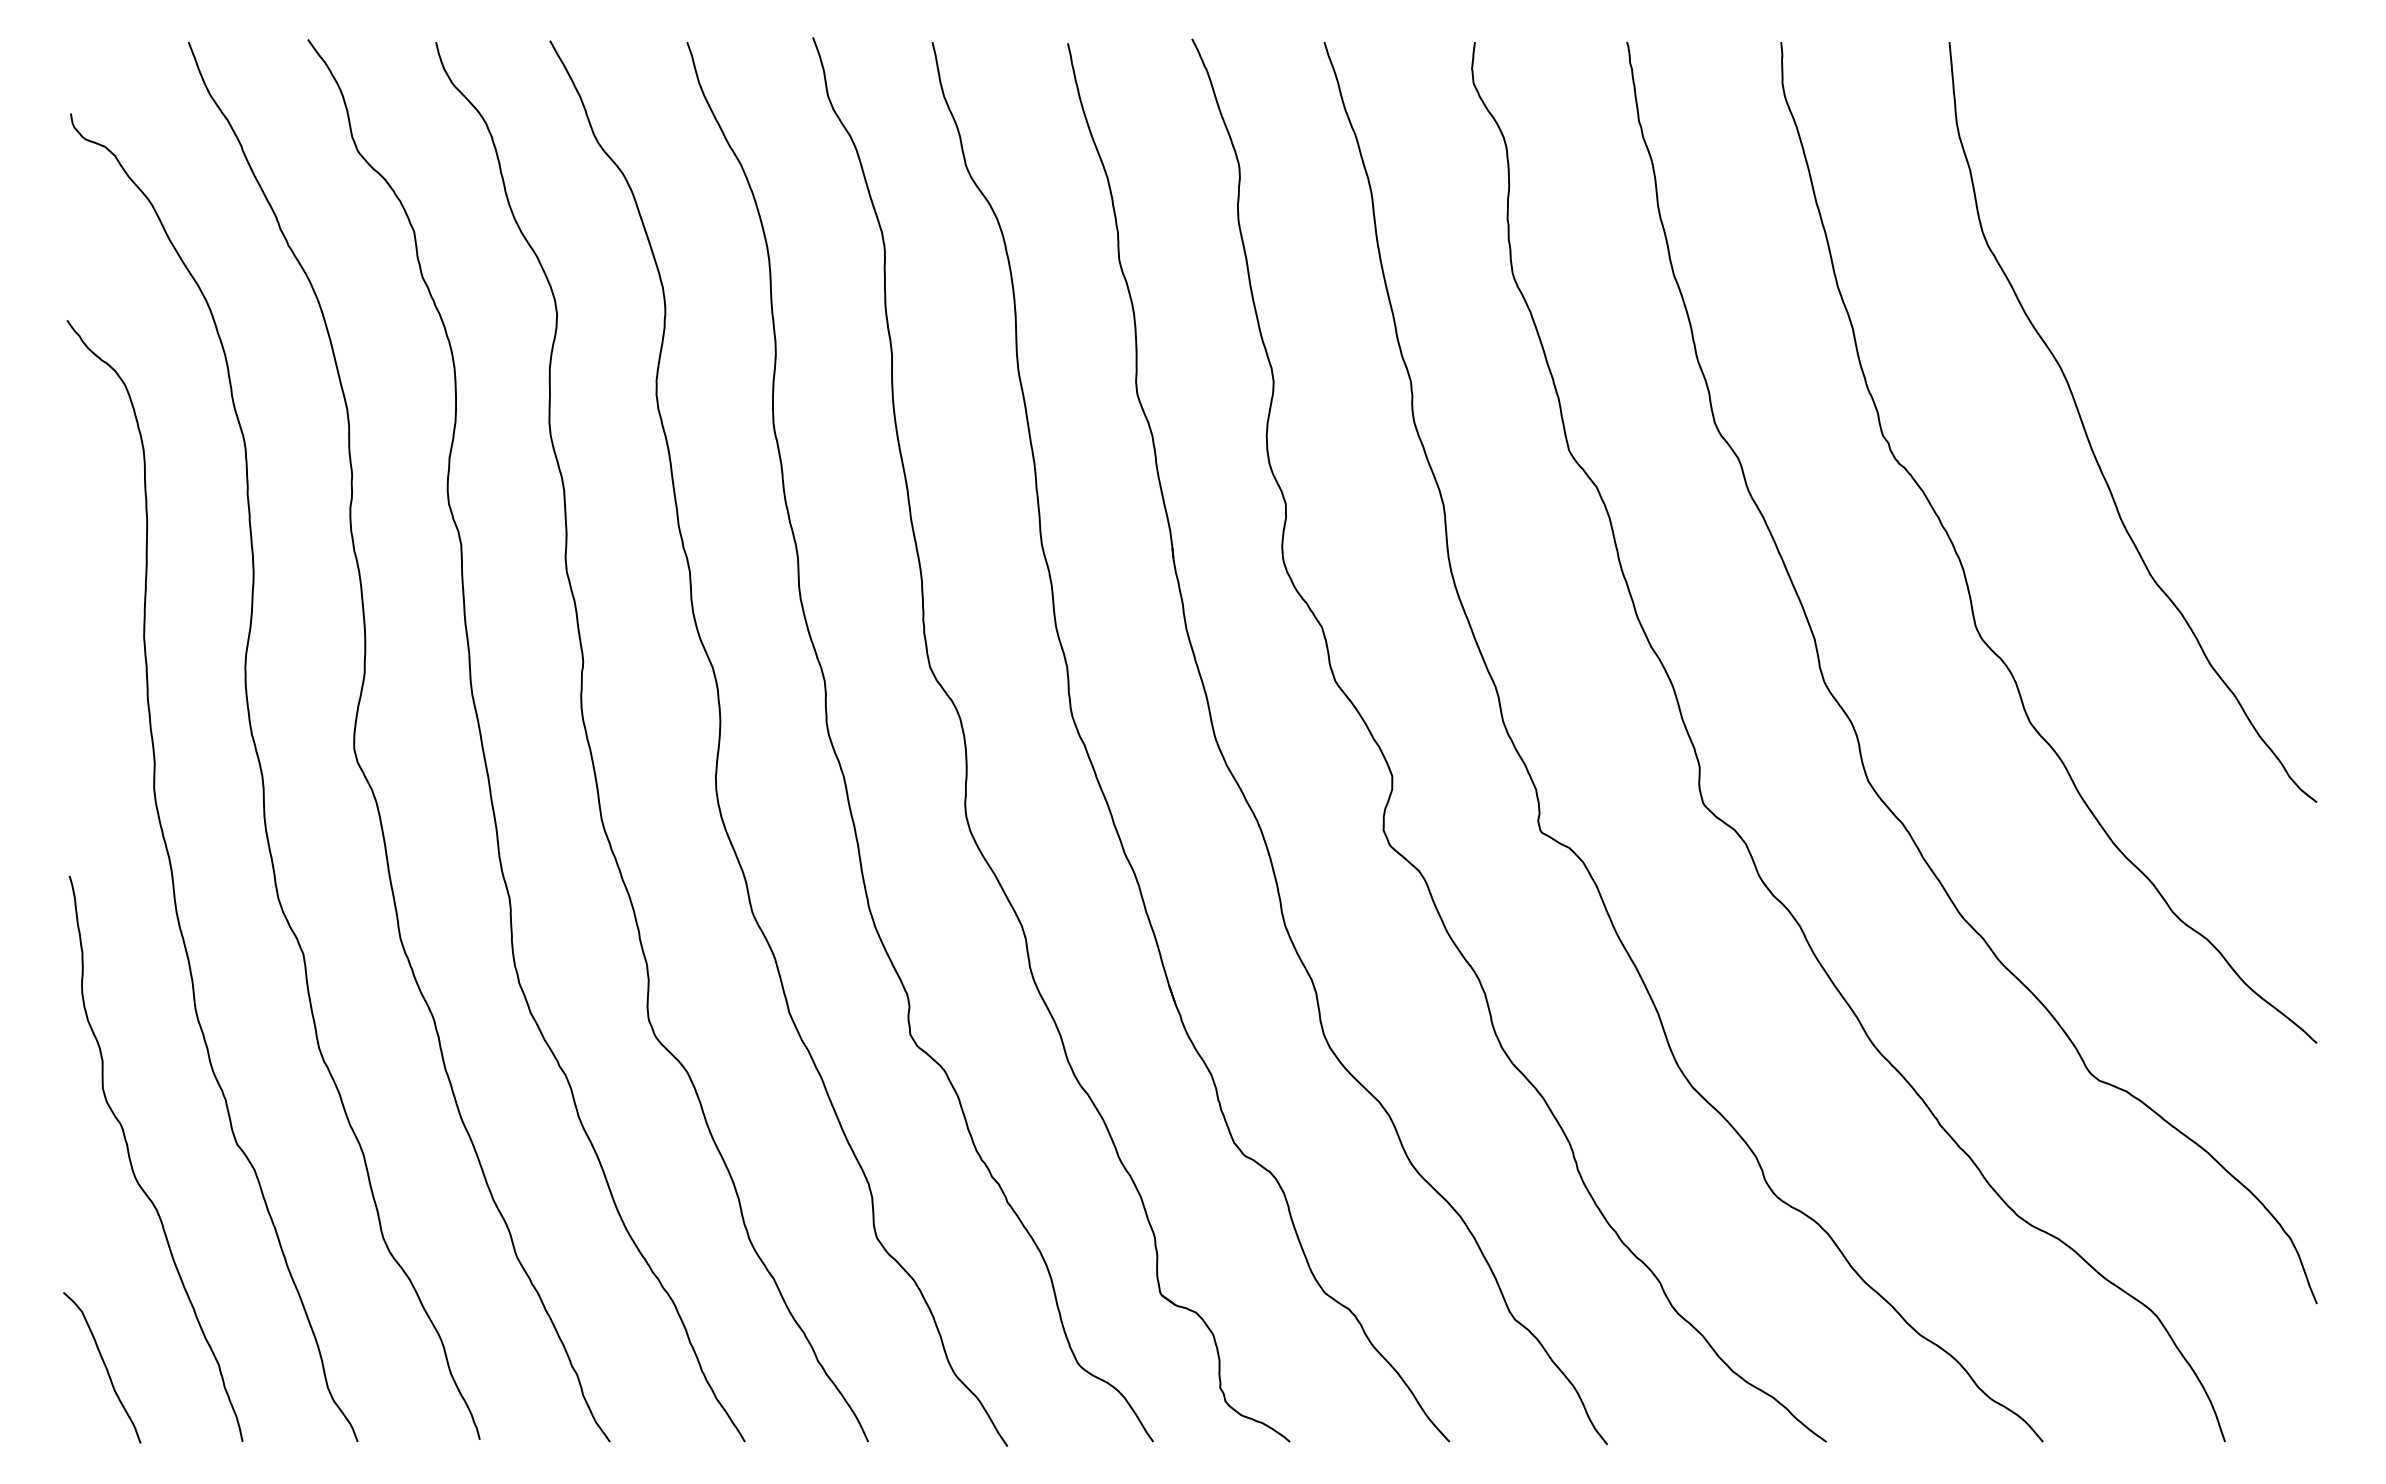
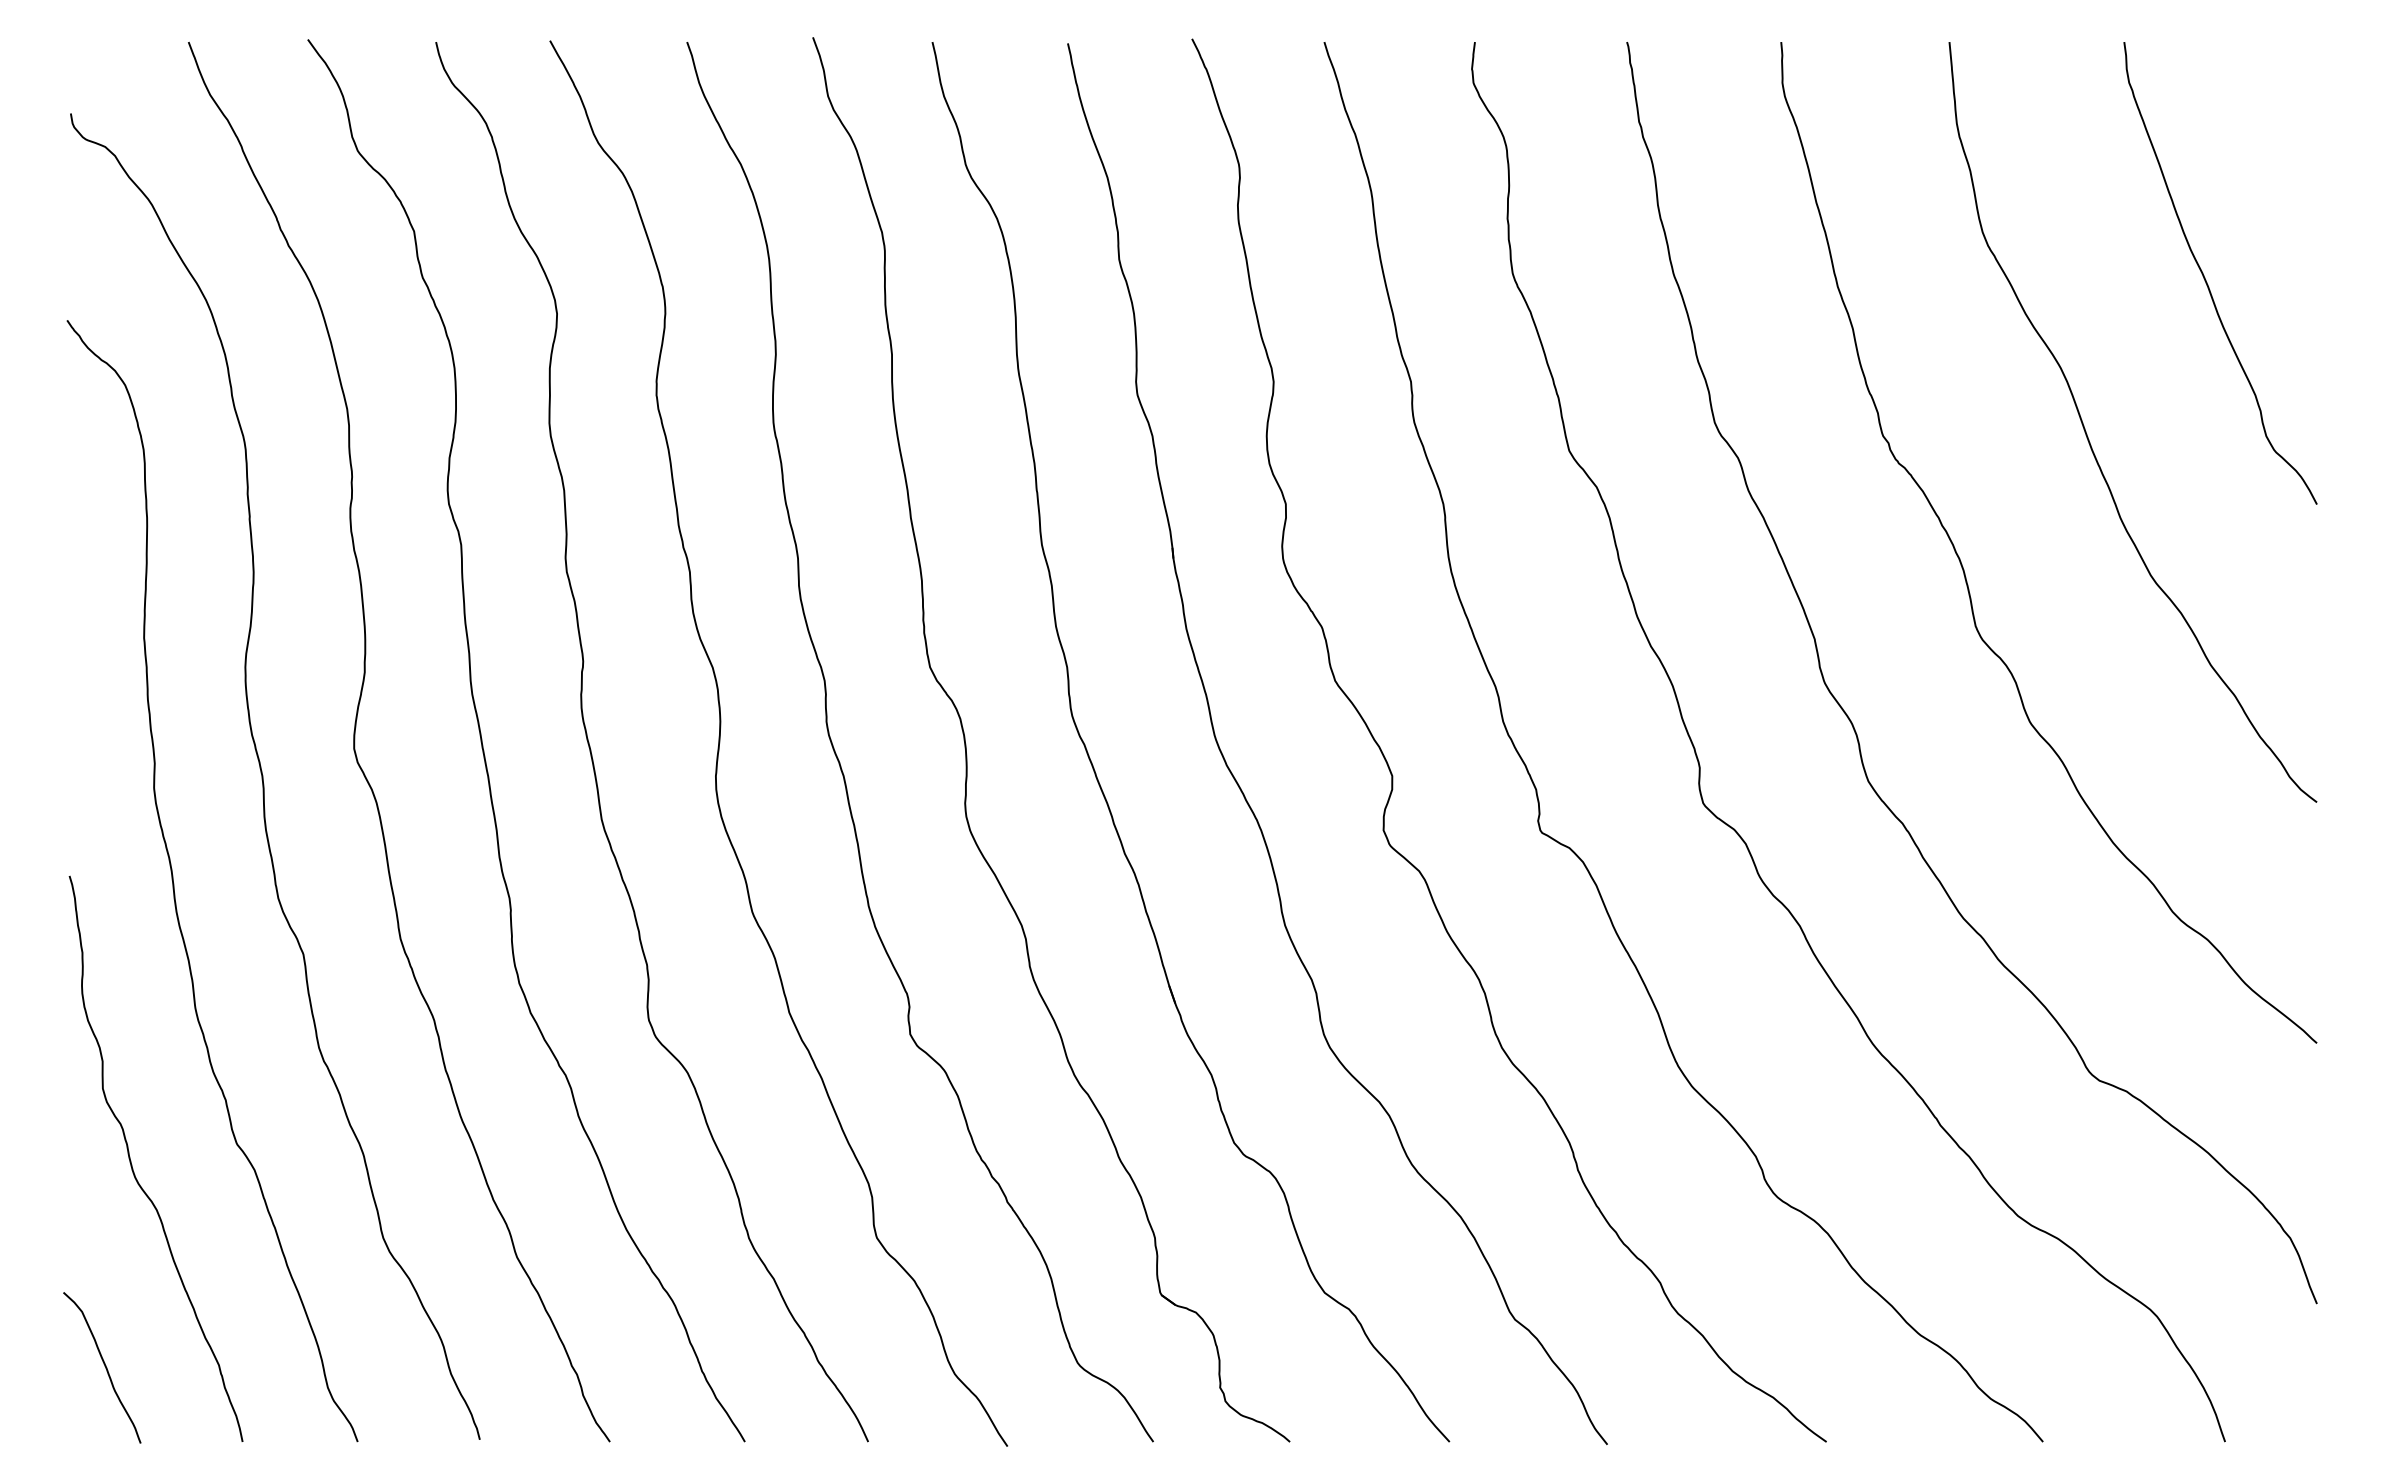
curve at (2205, 277): none -> present
